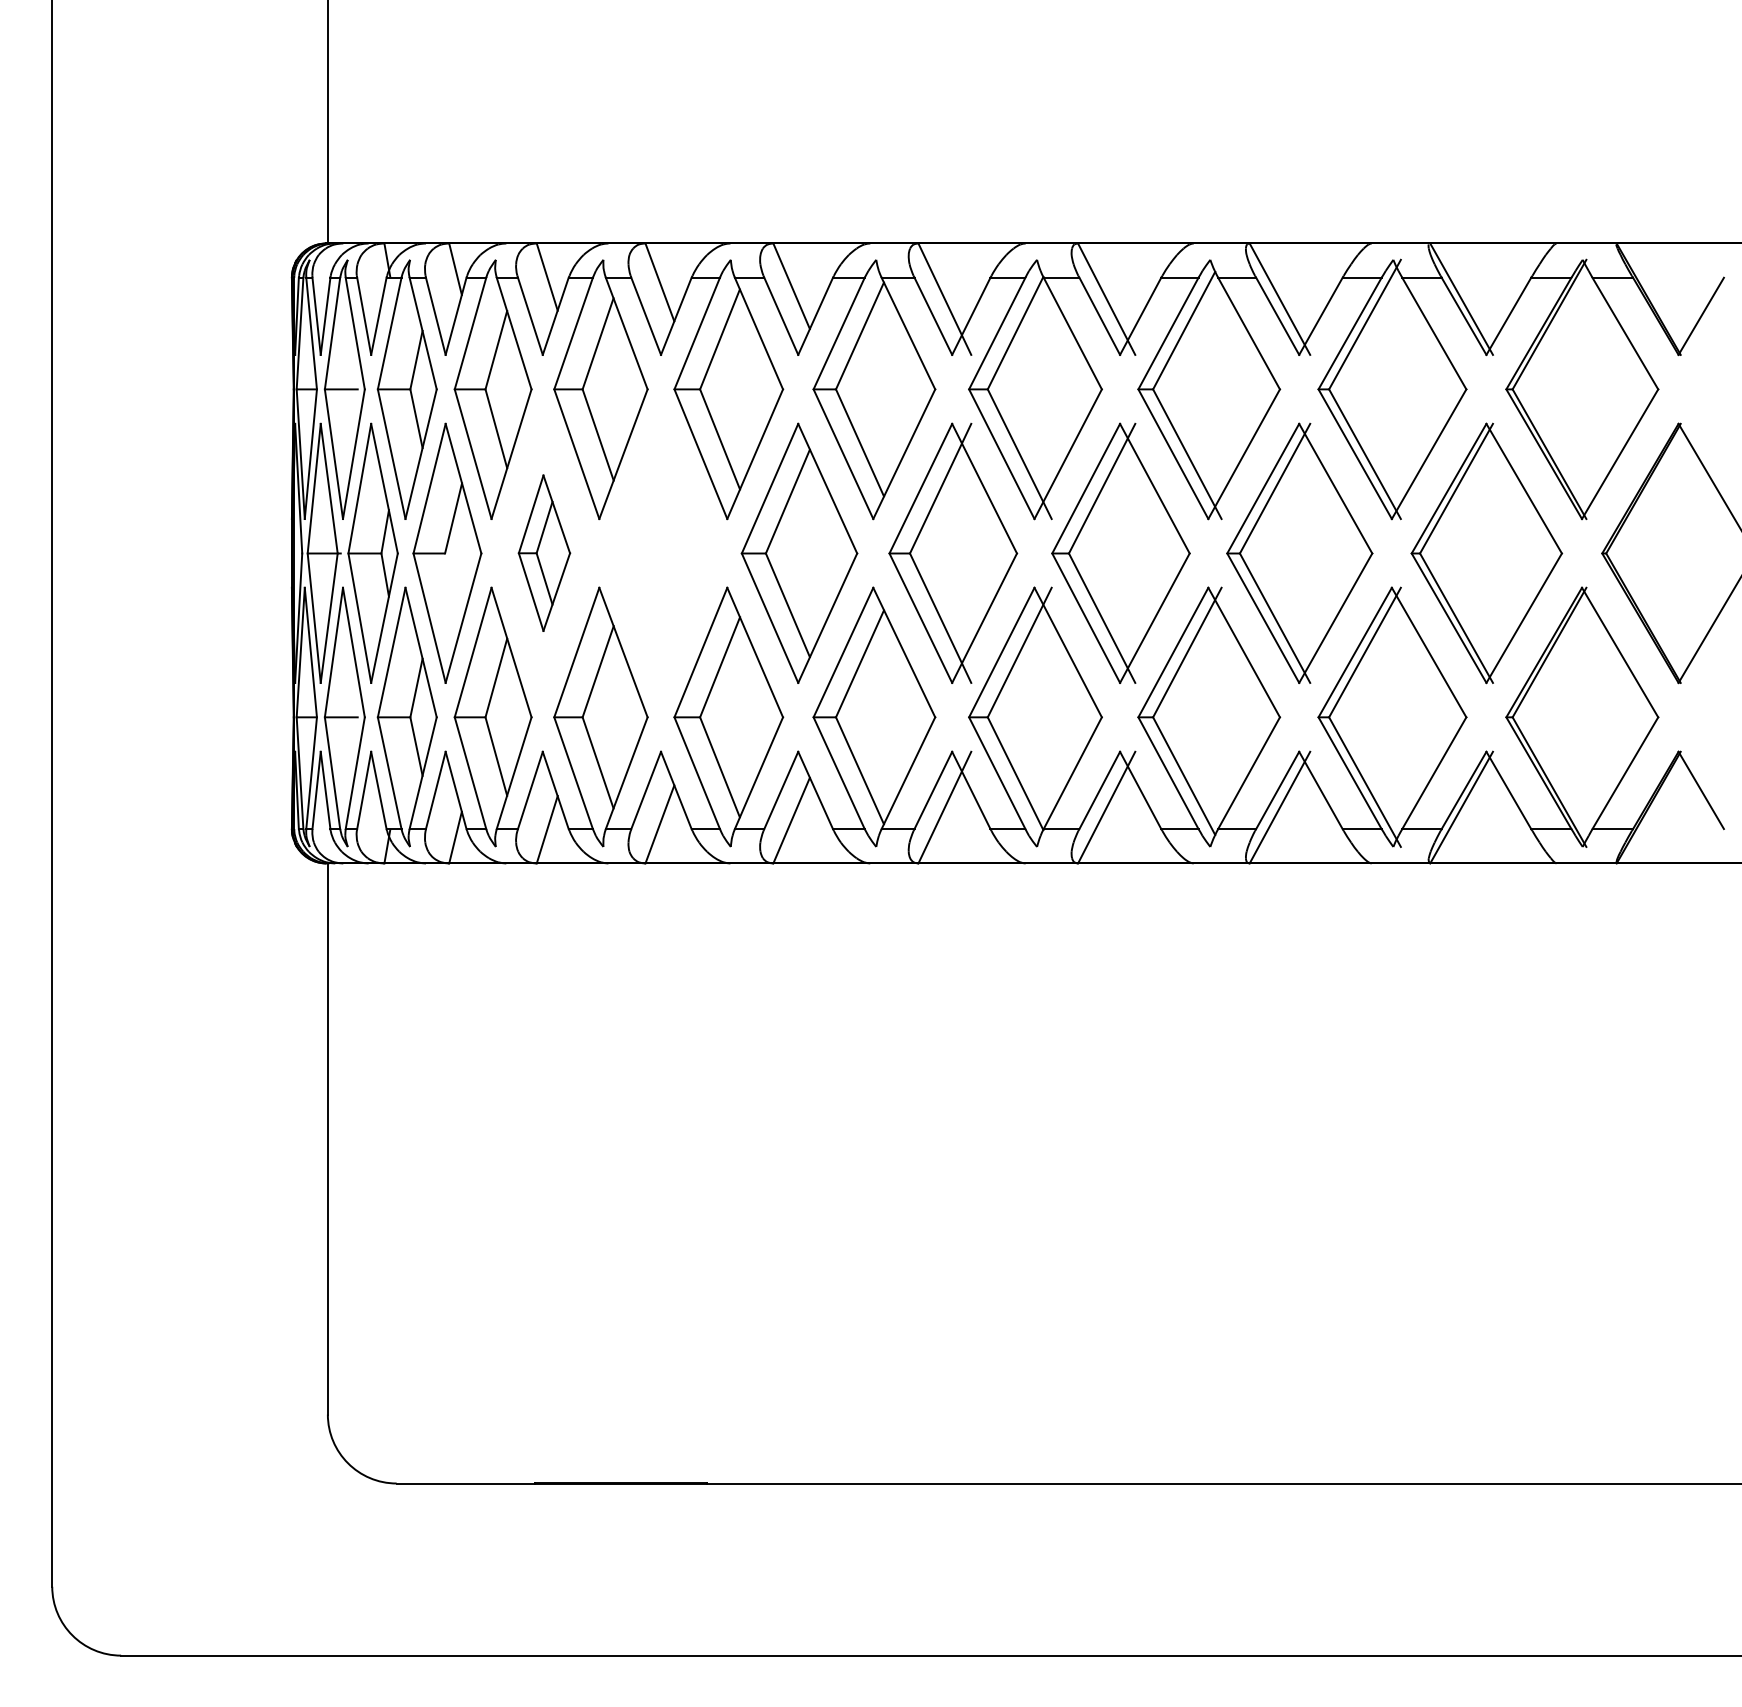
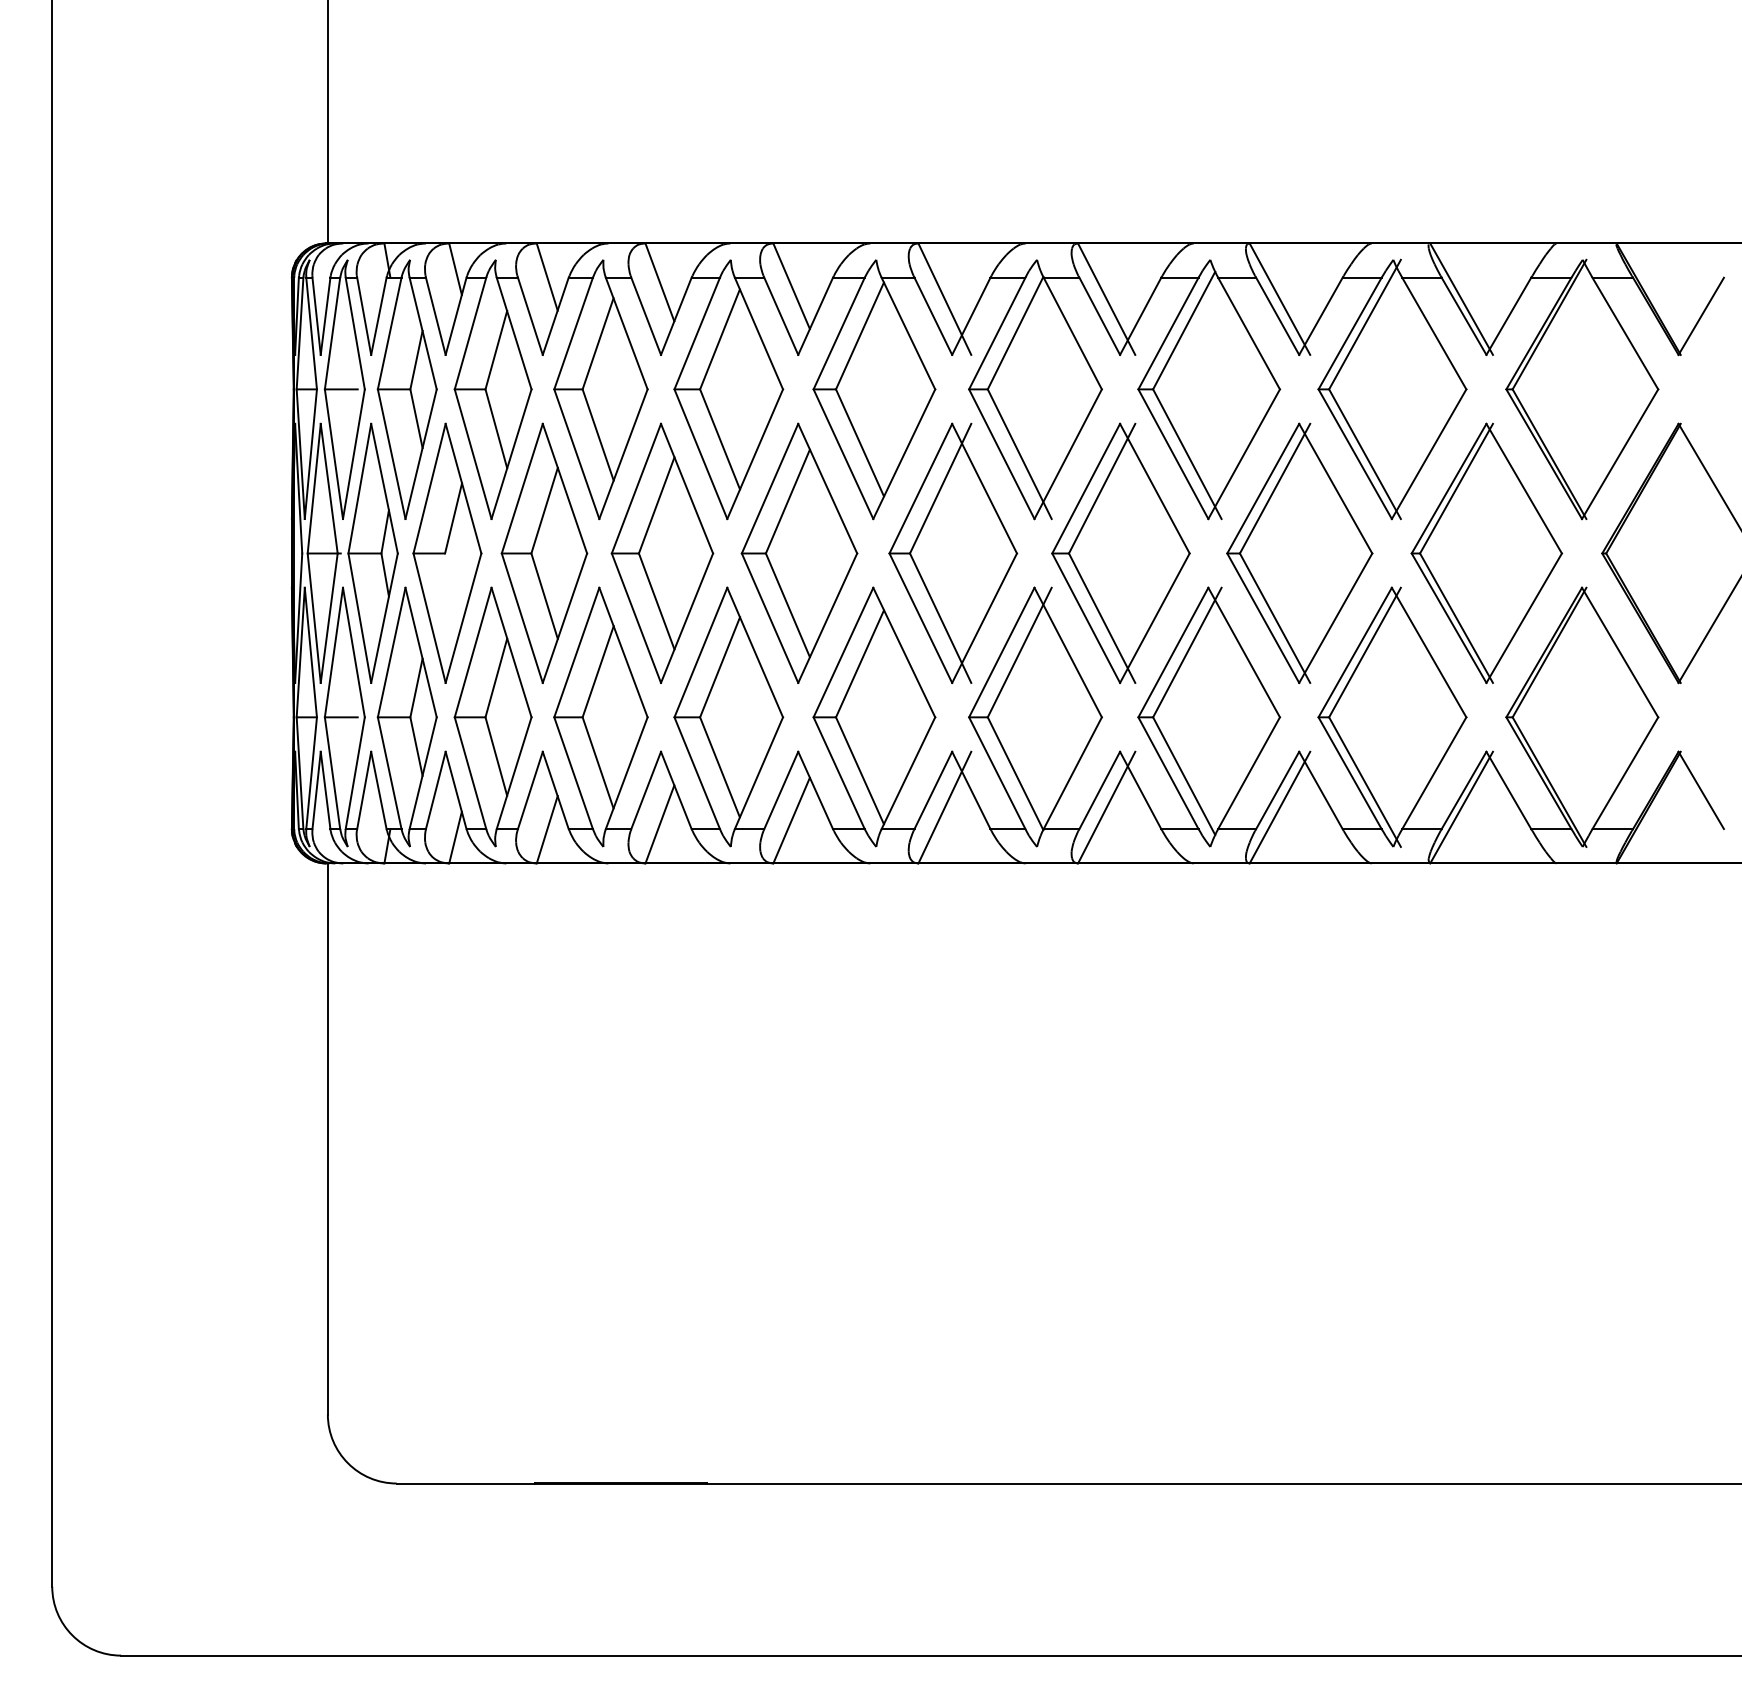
part at (544, 552) size: 55x158 px -> 89x262 px
part at (662, 552): none -> present
